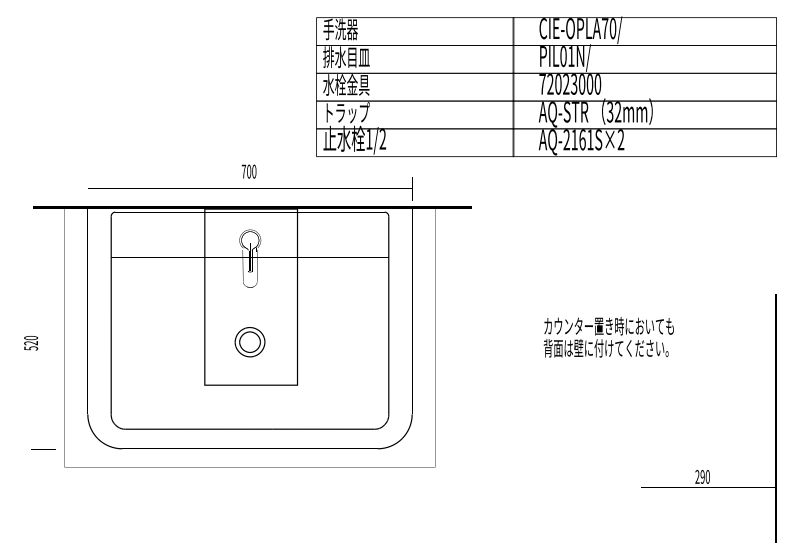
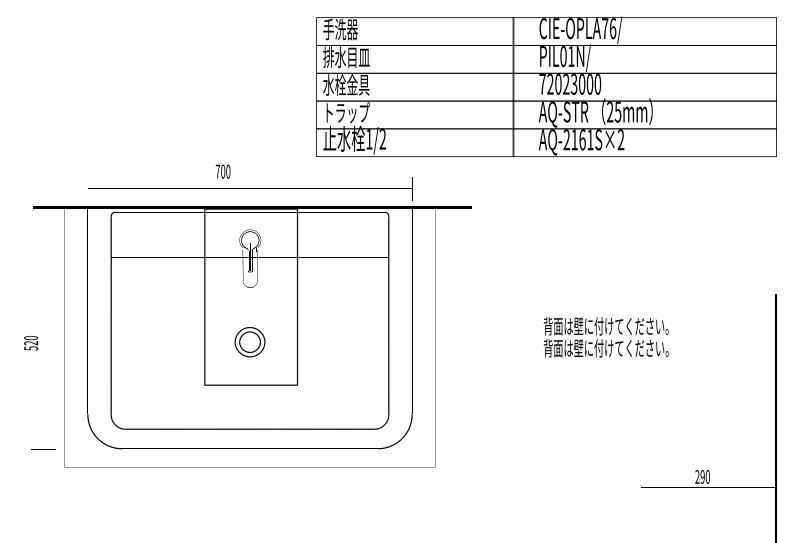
text at (612, 28): CIE-OPLA70/ -> CIE-OPLA76/
text at (613, 112): 32mm -> 25mm
text at (248, 171) position: (248, 171) -> (222, 171)
text at (608, 326): カウンター置き時においても -> 背面は壁に付けてください。
